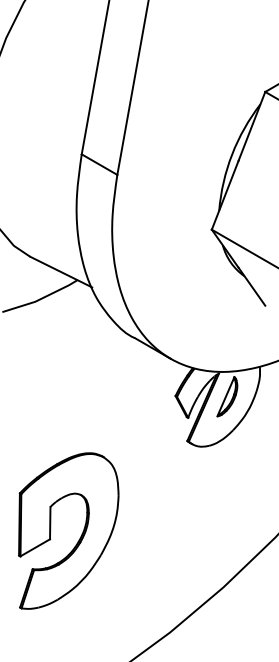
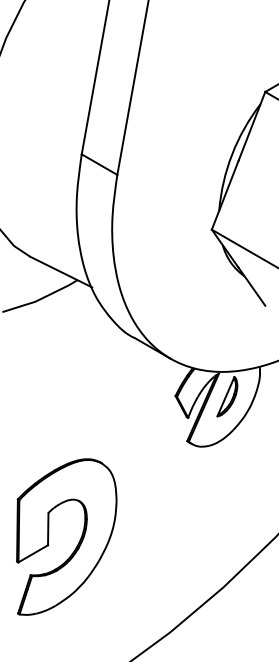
part at (81, 533) position: (81, 533) -> (79, 539)
